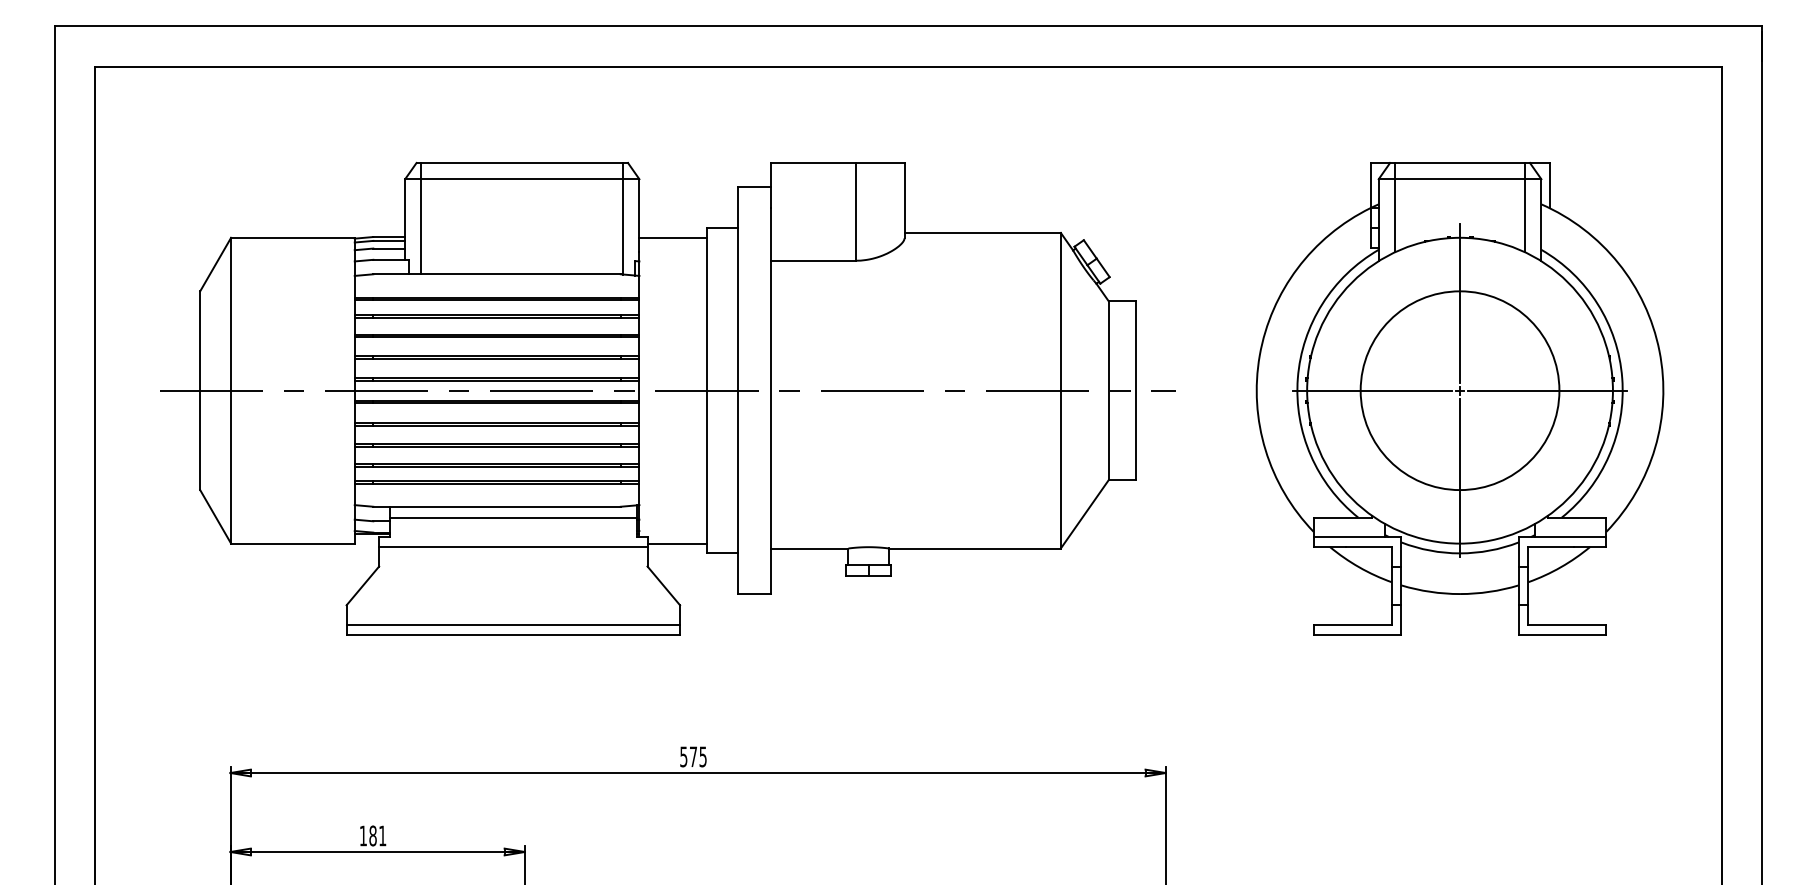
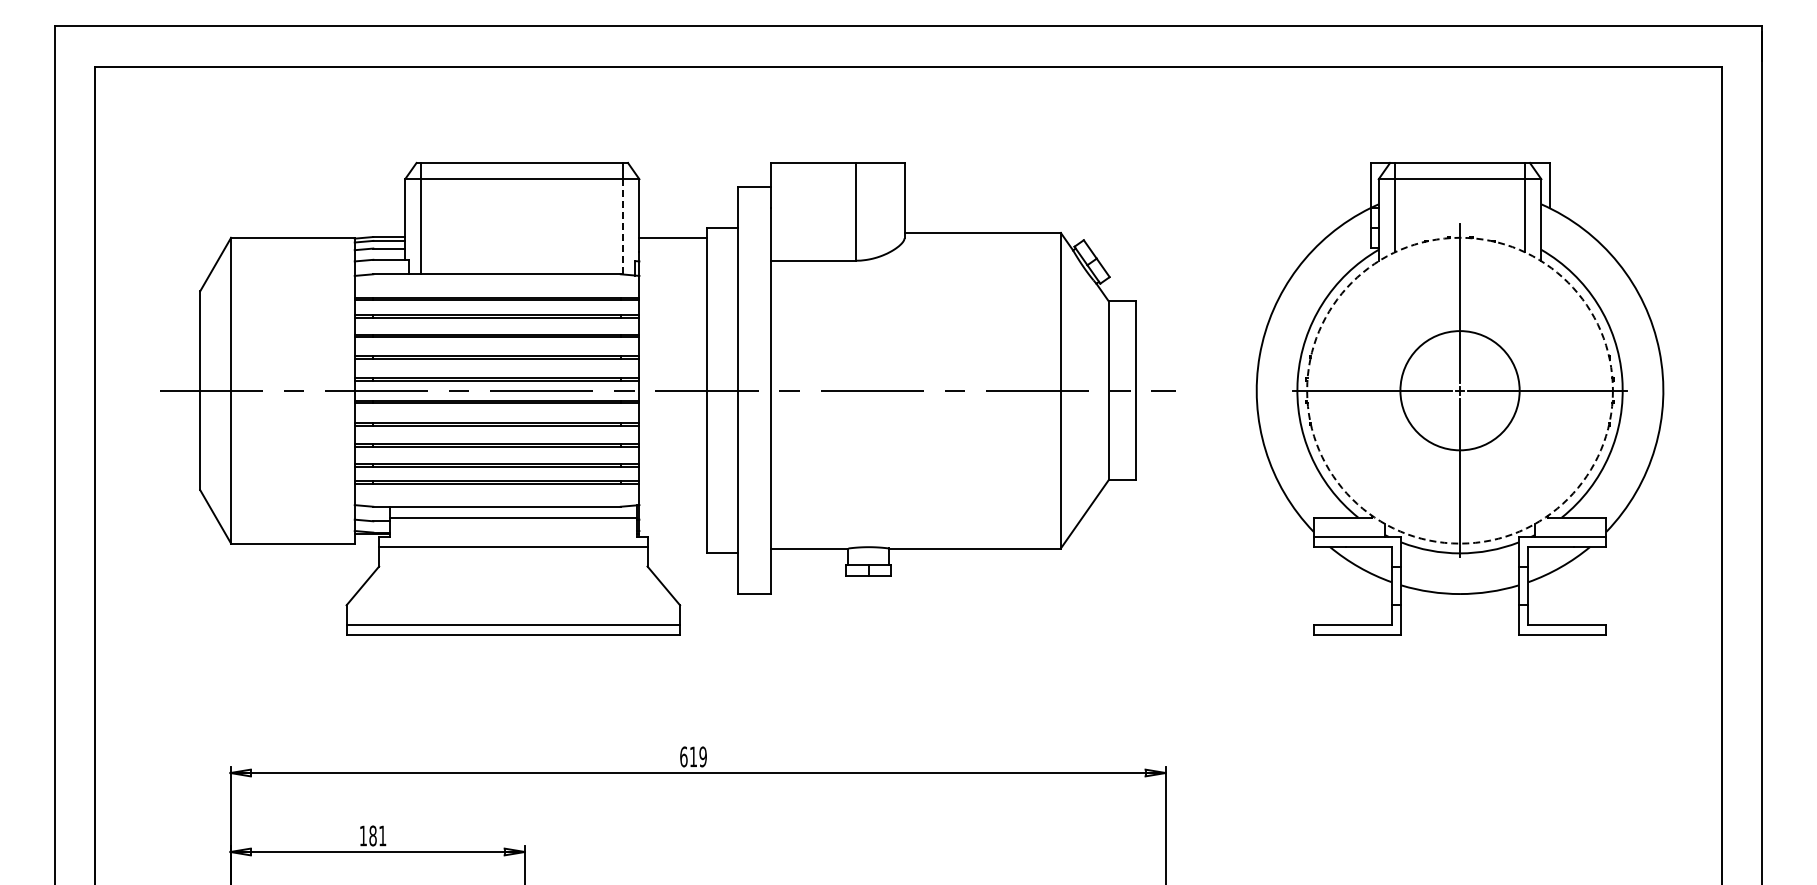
line at (623, 226): solid -> dashed
circle at (1459, 390) diameter: 199 px -> 119 px
circle at (1459, 390): solid -> dashed
line at (676, 543): present -> none
text at (693, 756): 575 -> 619
